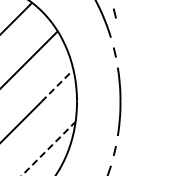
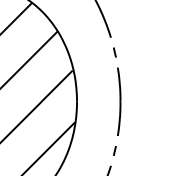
curve at (114, 13): present -> none
line at (57, 85): dashed -> solid
line at (48, 148): dashed -> solid
